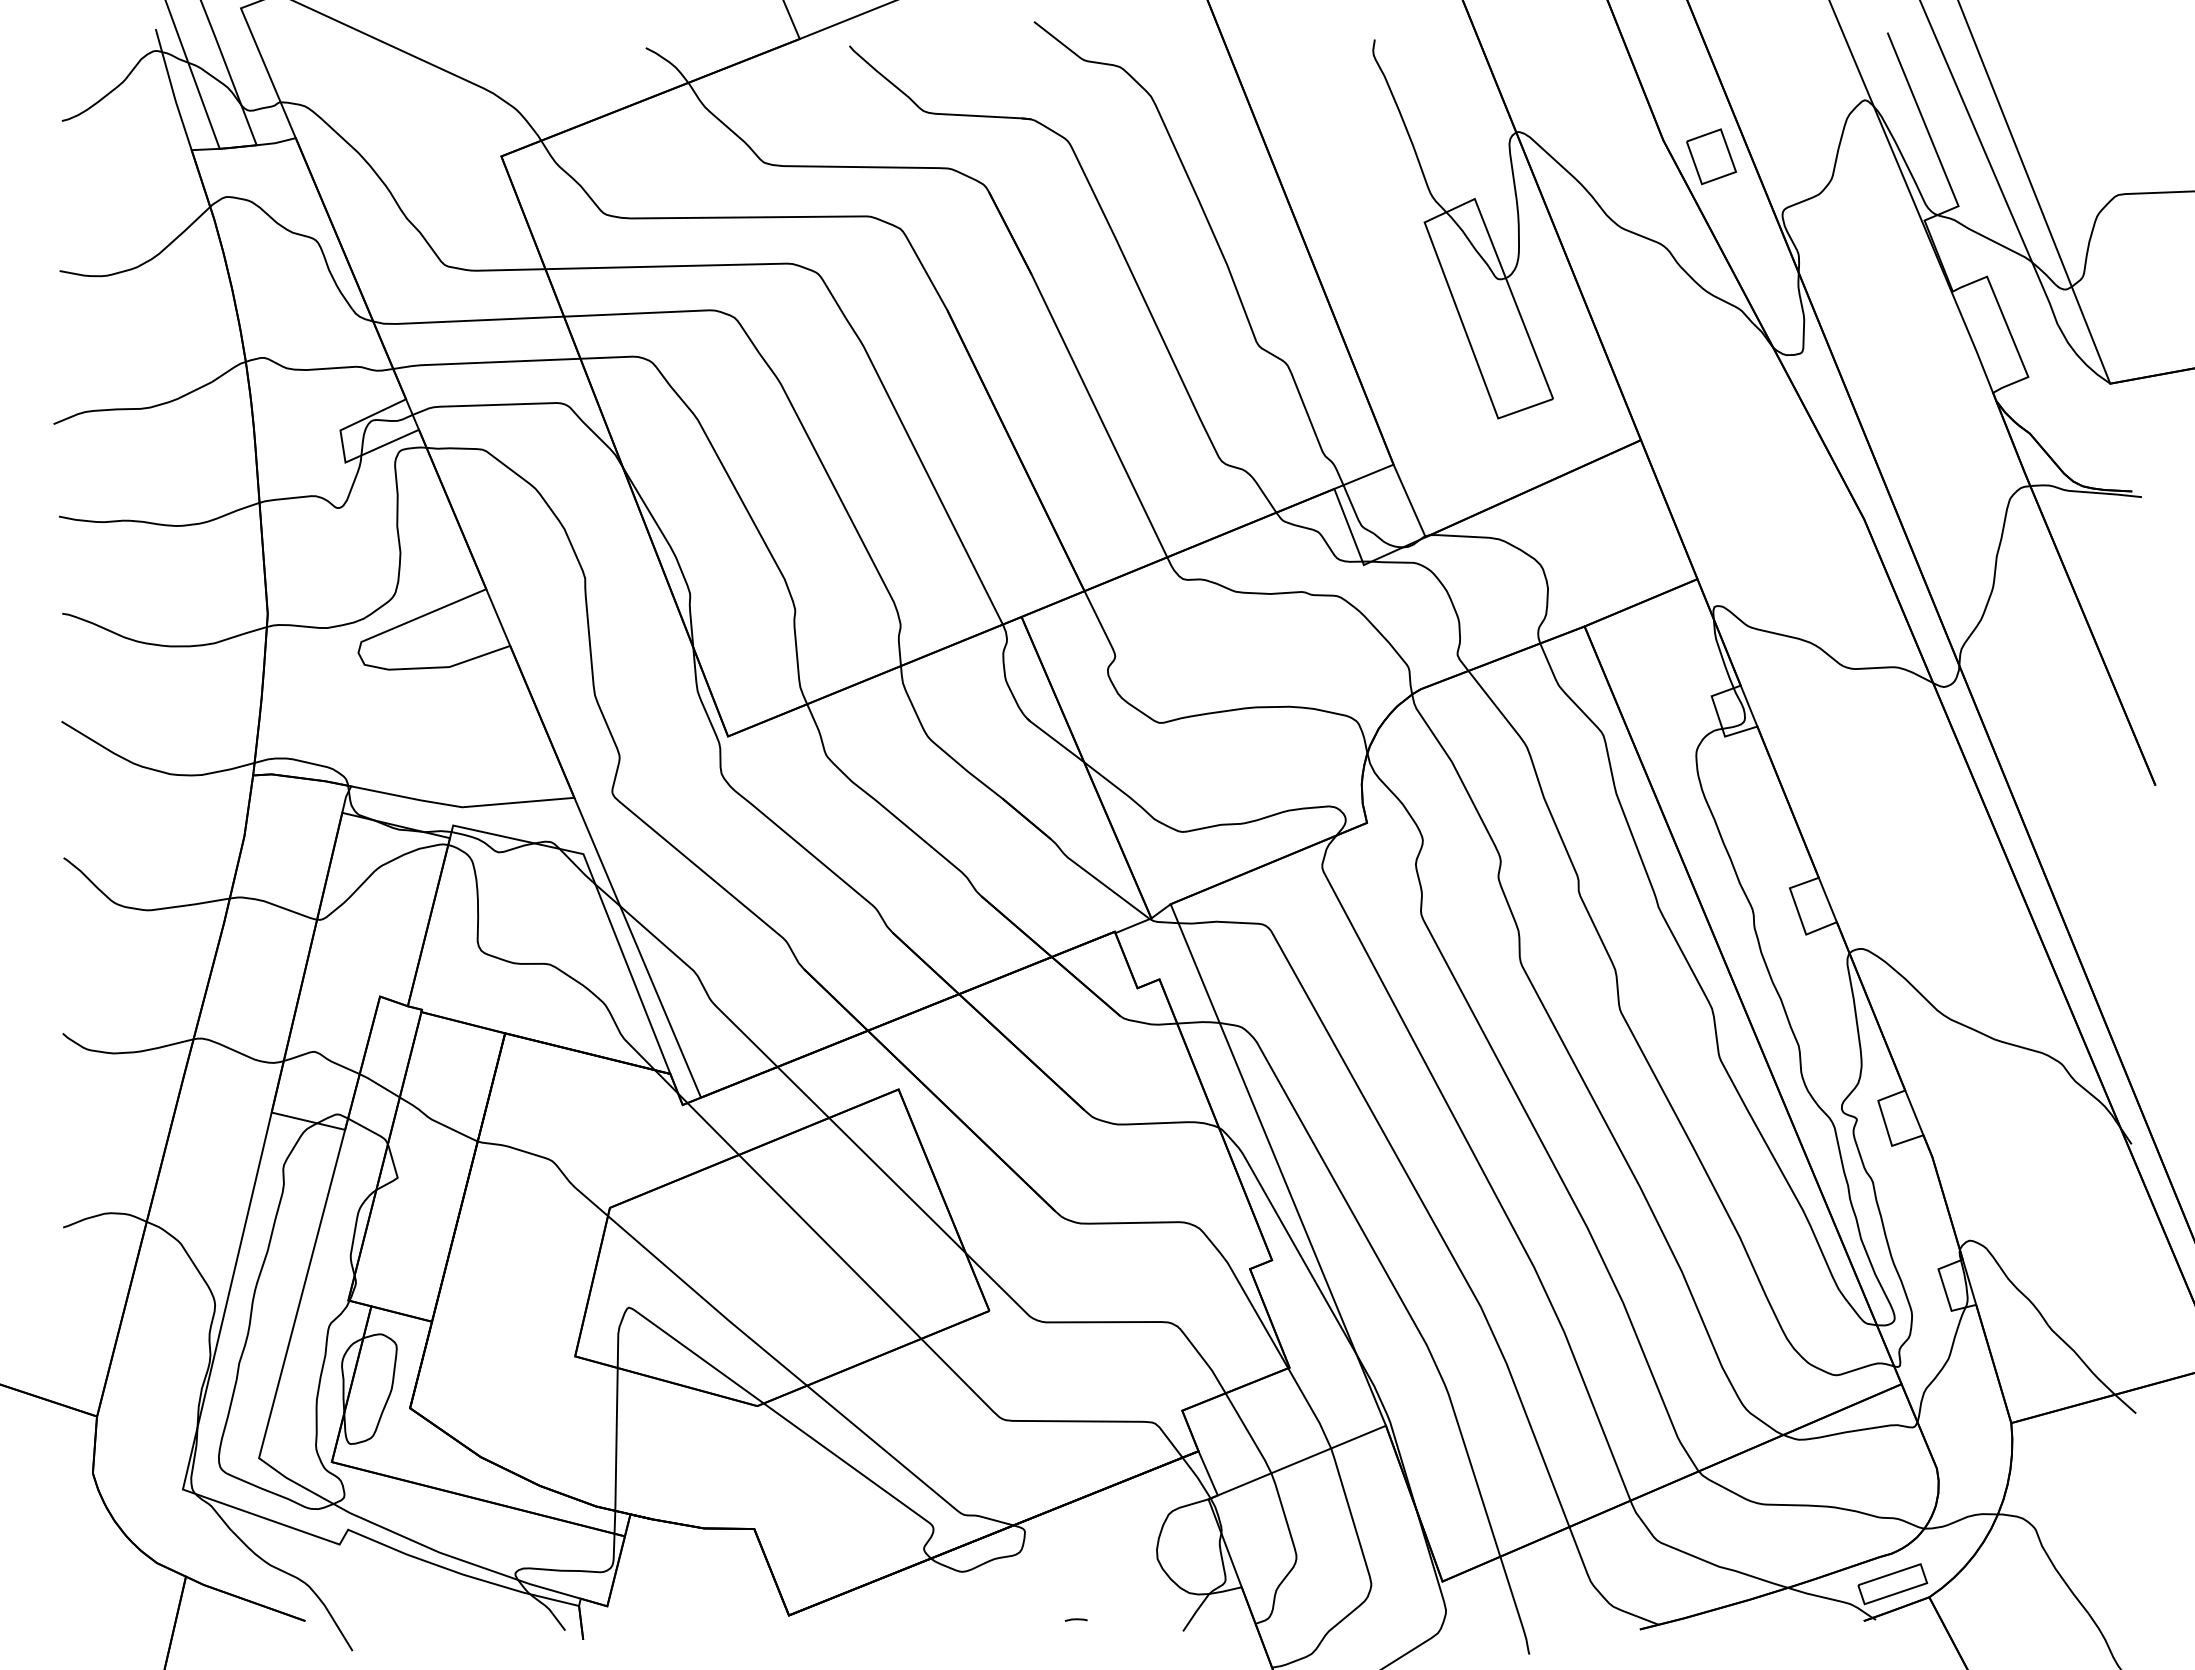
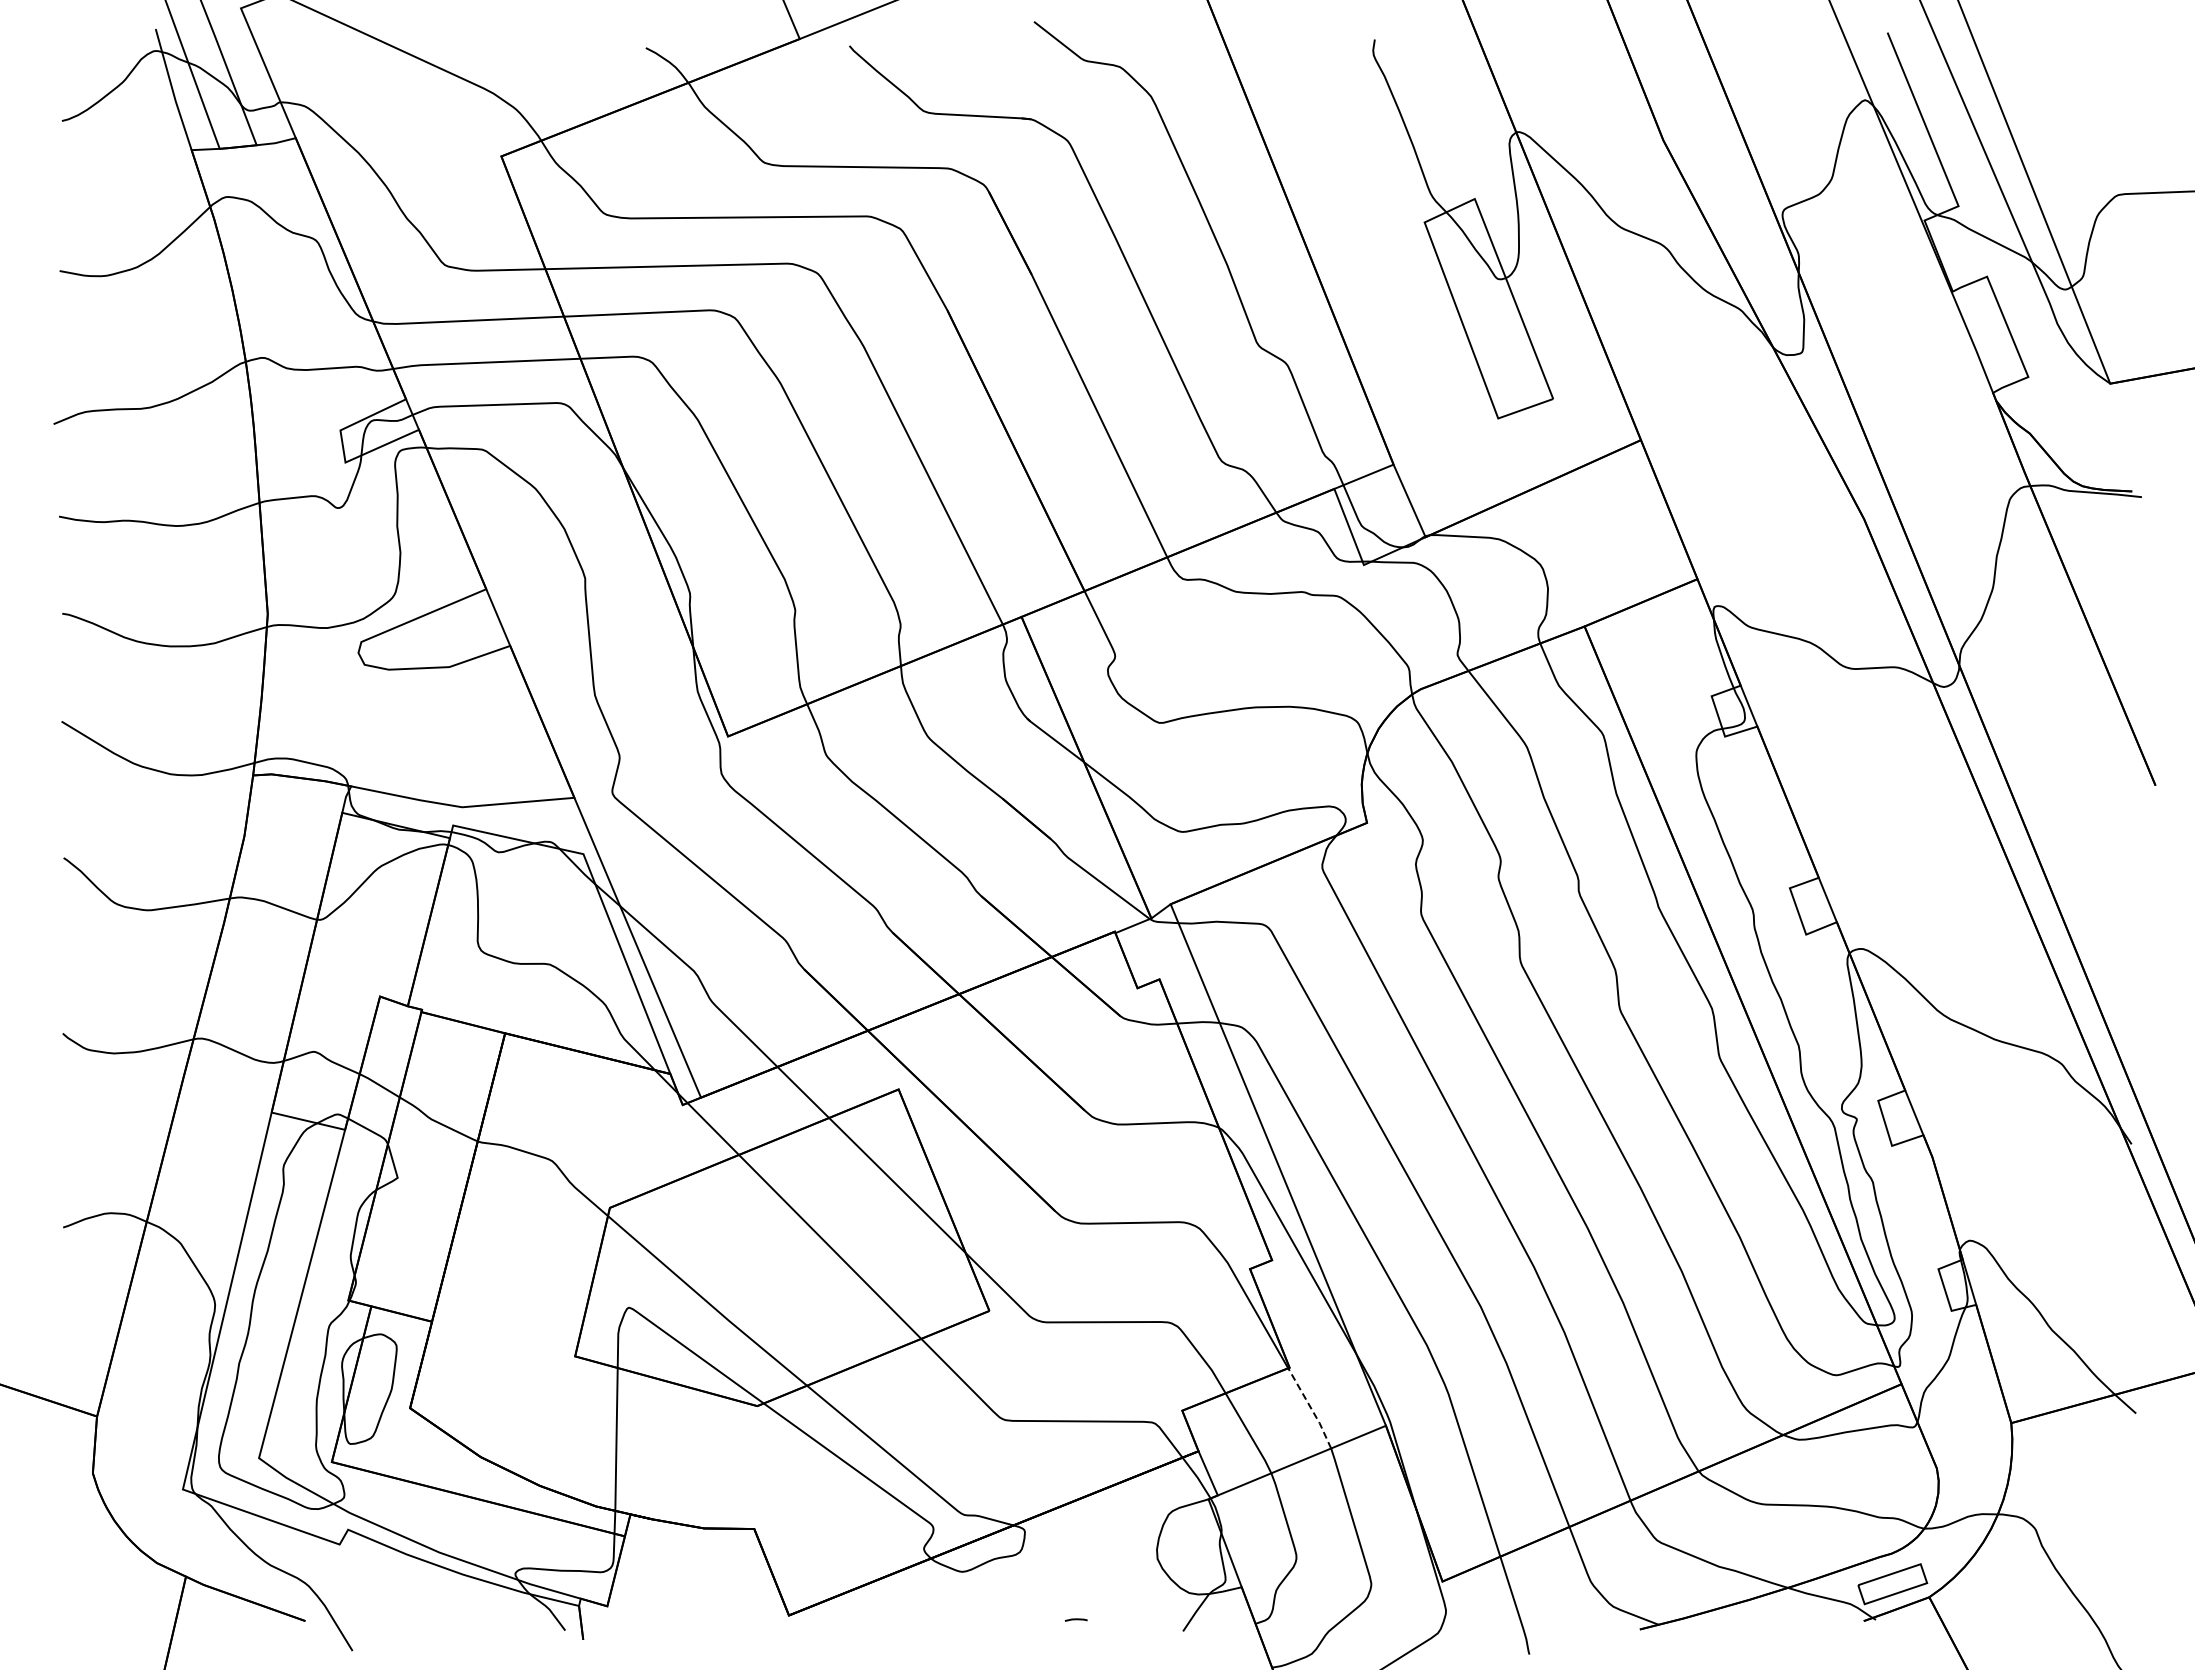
part at (1711, 156): present -> none
line at (1310, 1407): solid -> dashed
